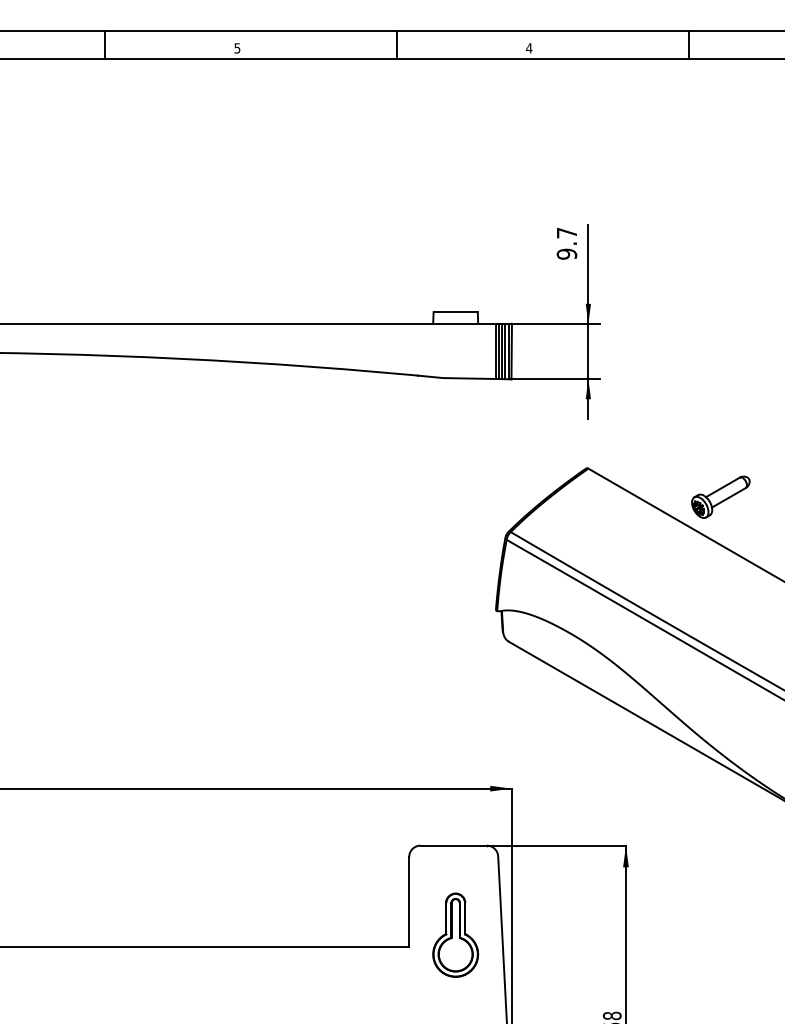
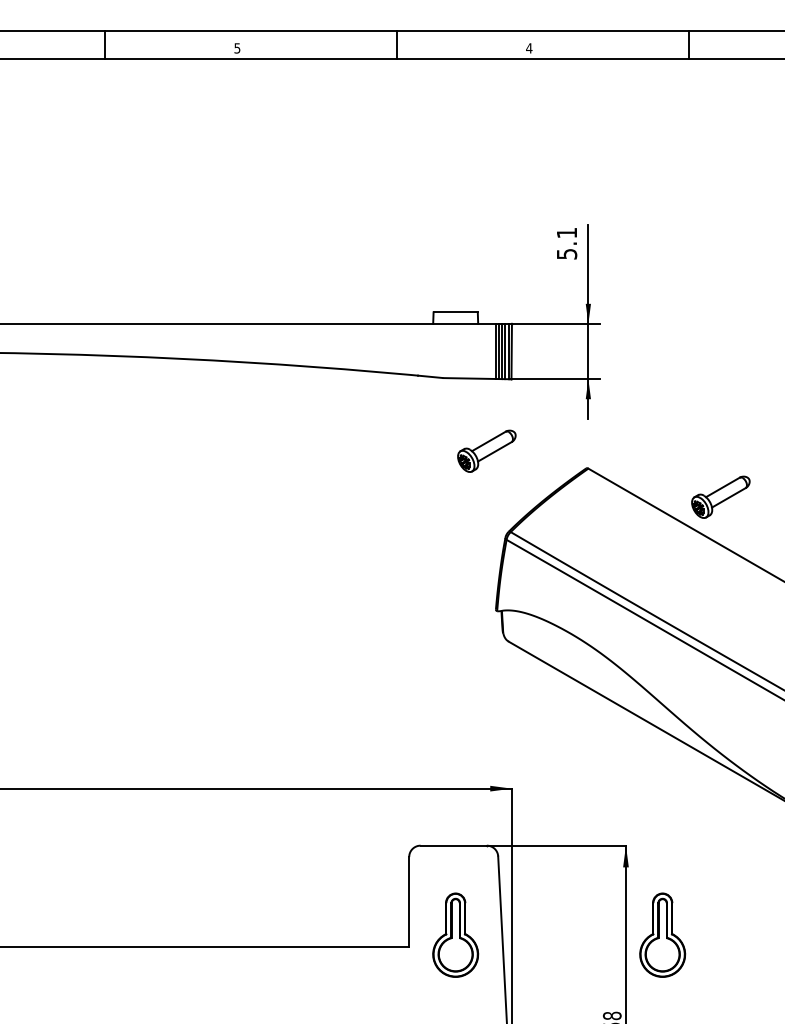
text at (566, 243): 9.7 -> 5.1
part at (486, 450): none -> present
part at (662, 934): none -> present
